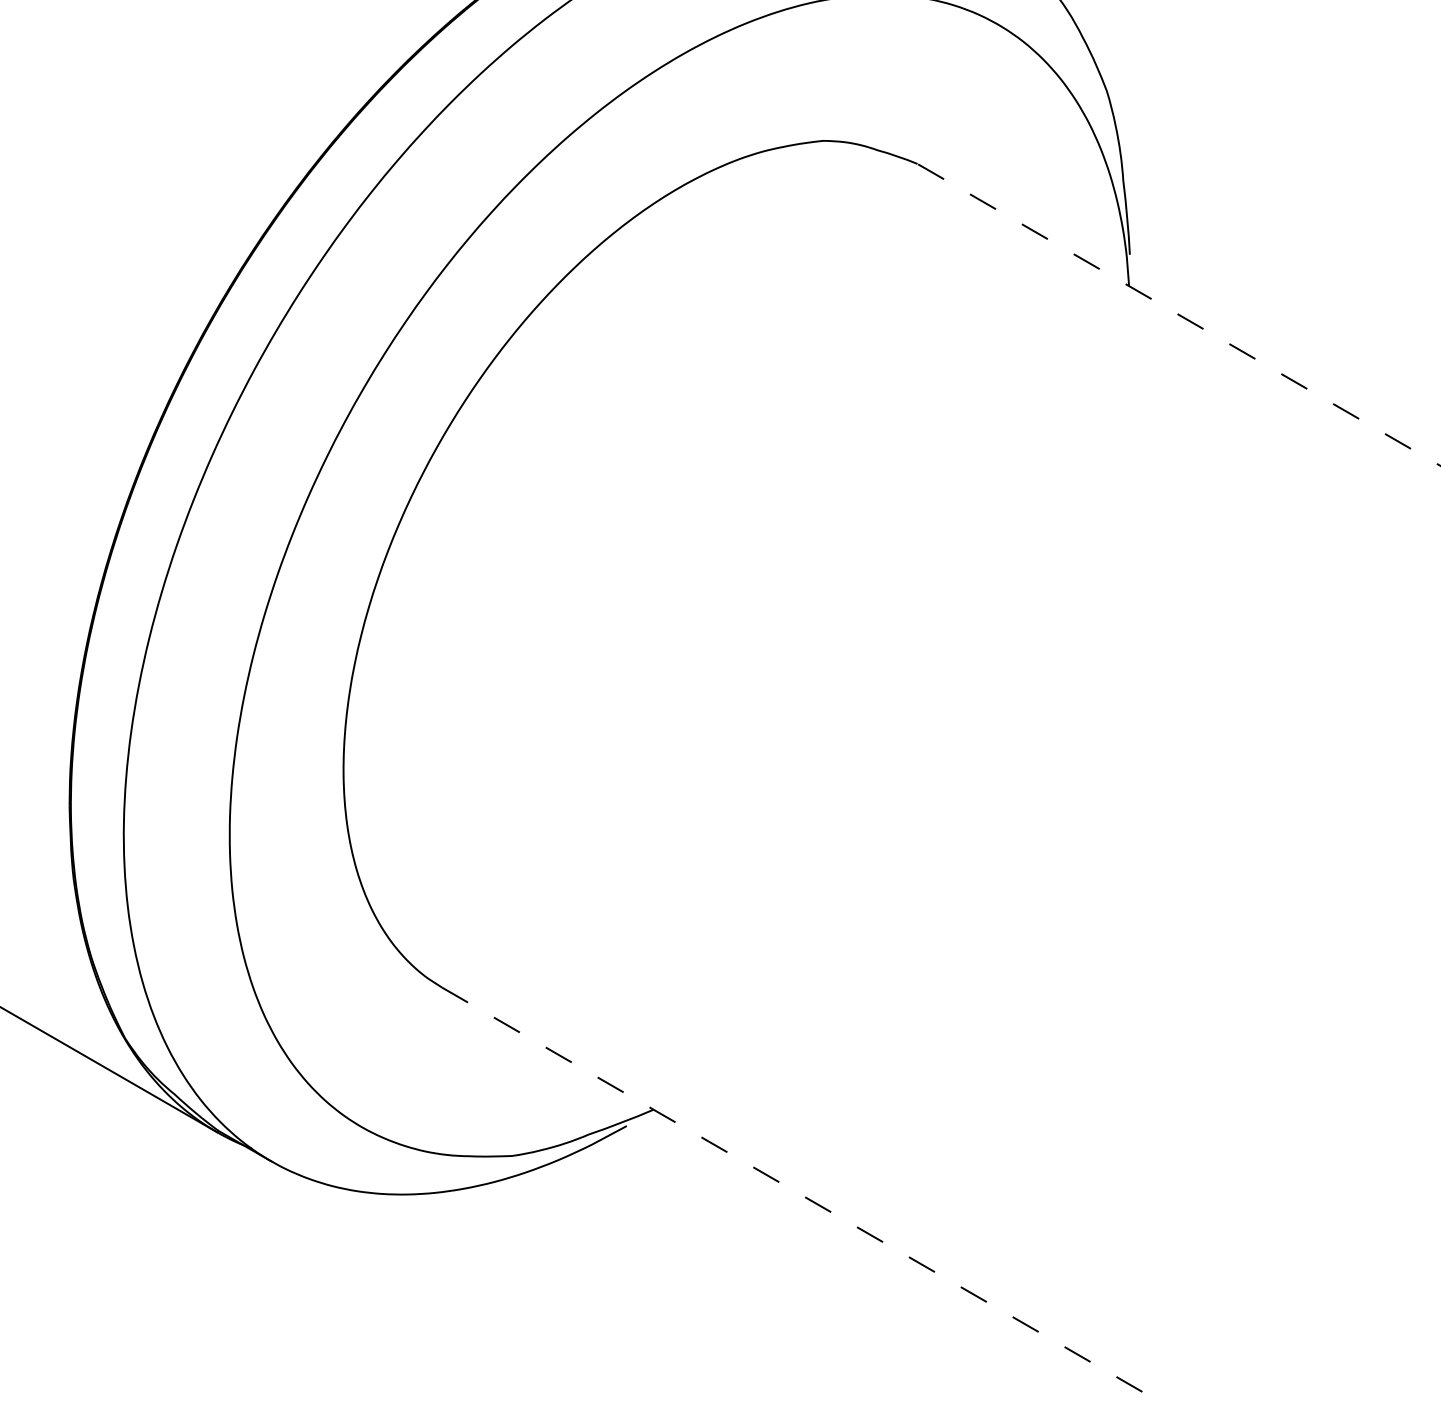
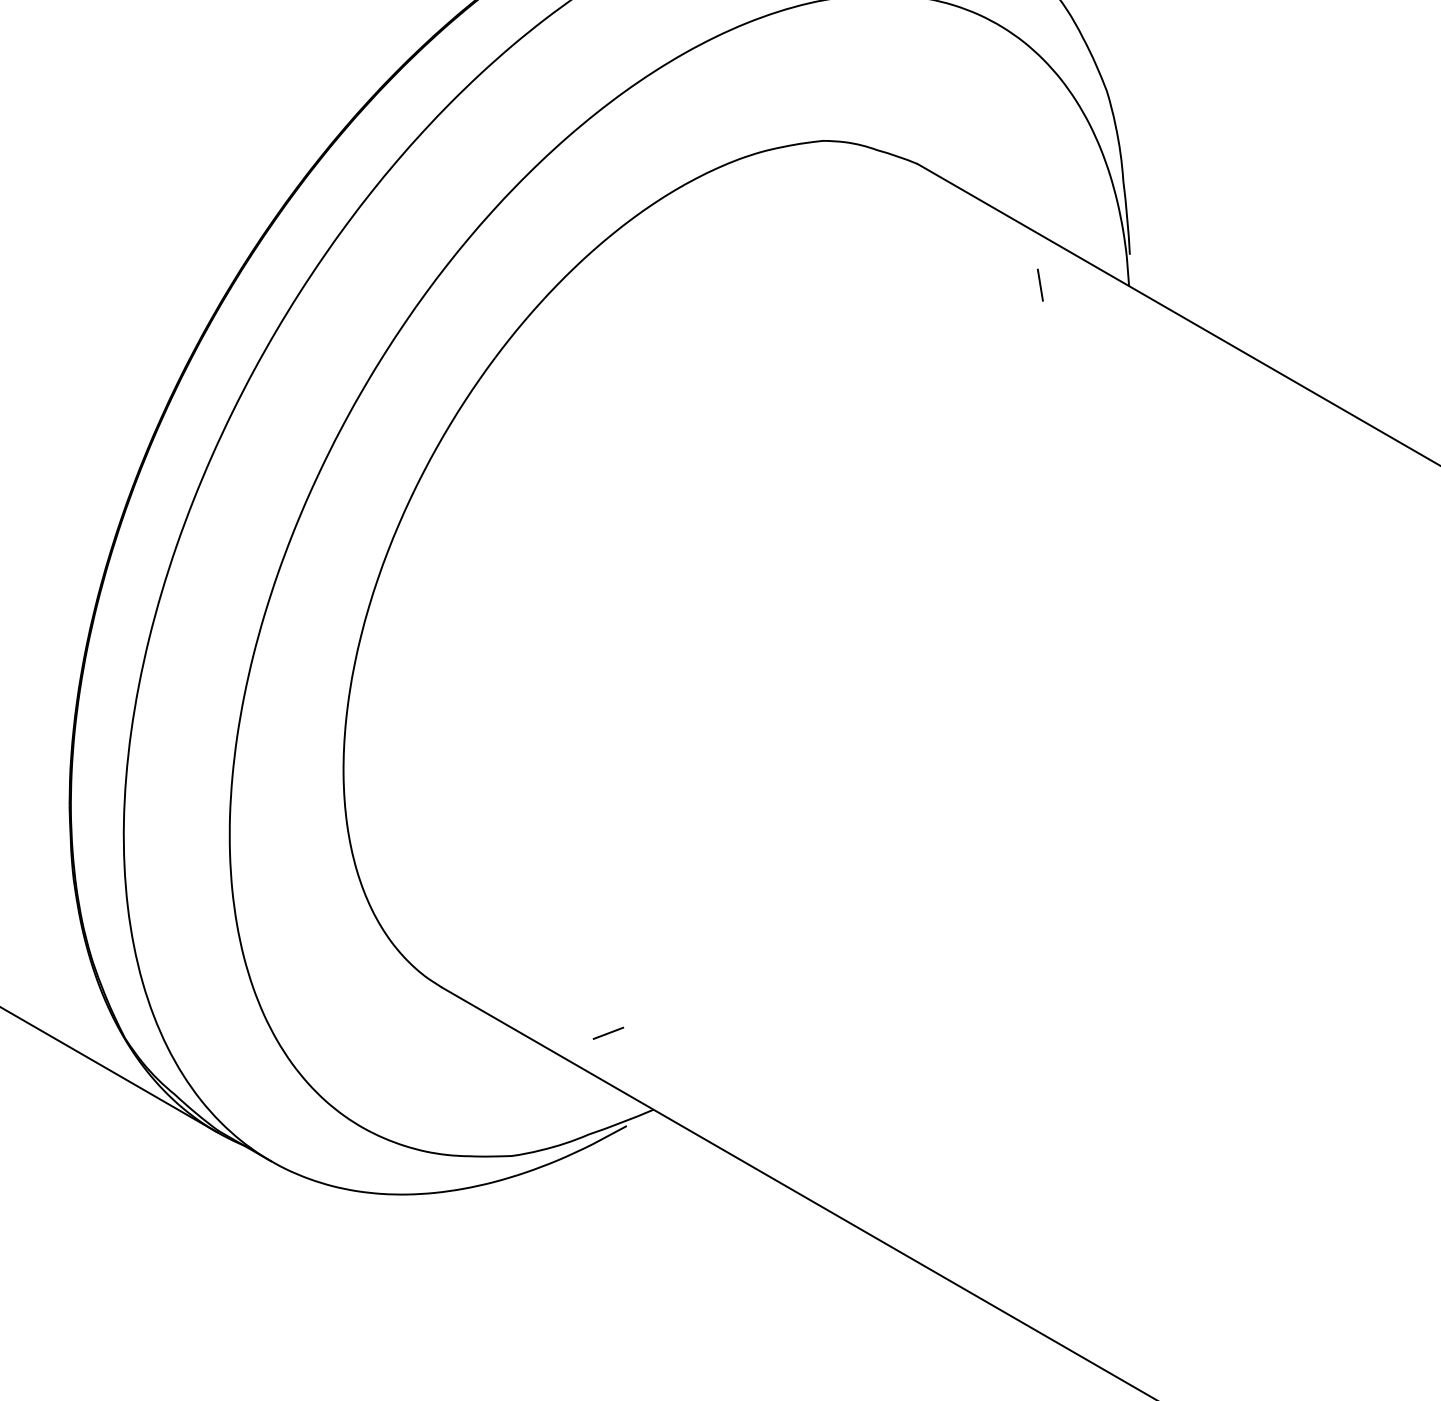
line at (1040, 284): none -> present
line at (1179, 314): dashed -> solid
line at (608, 1032): none -> present
line at (799, 1194): dashed -> solid
